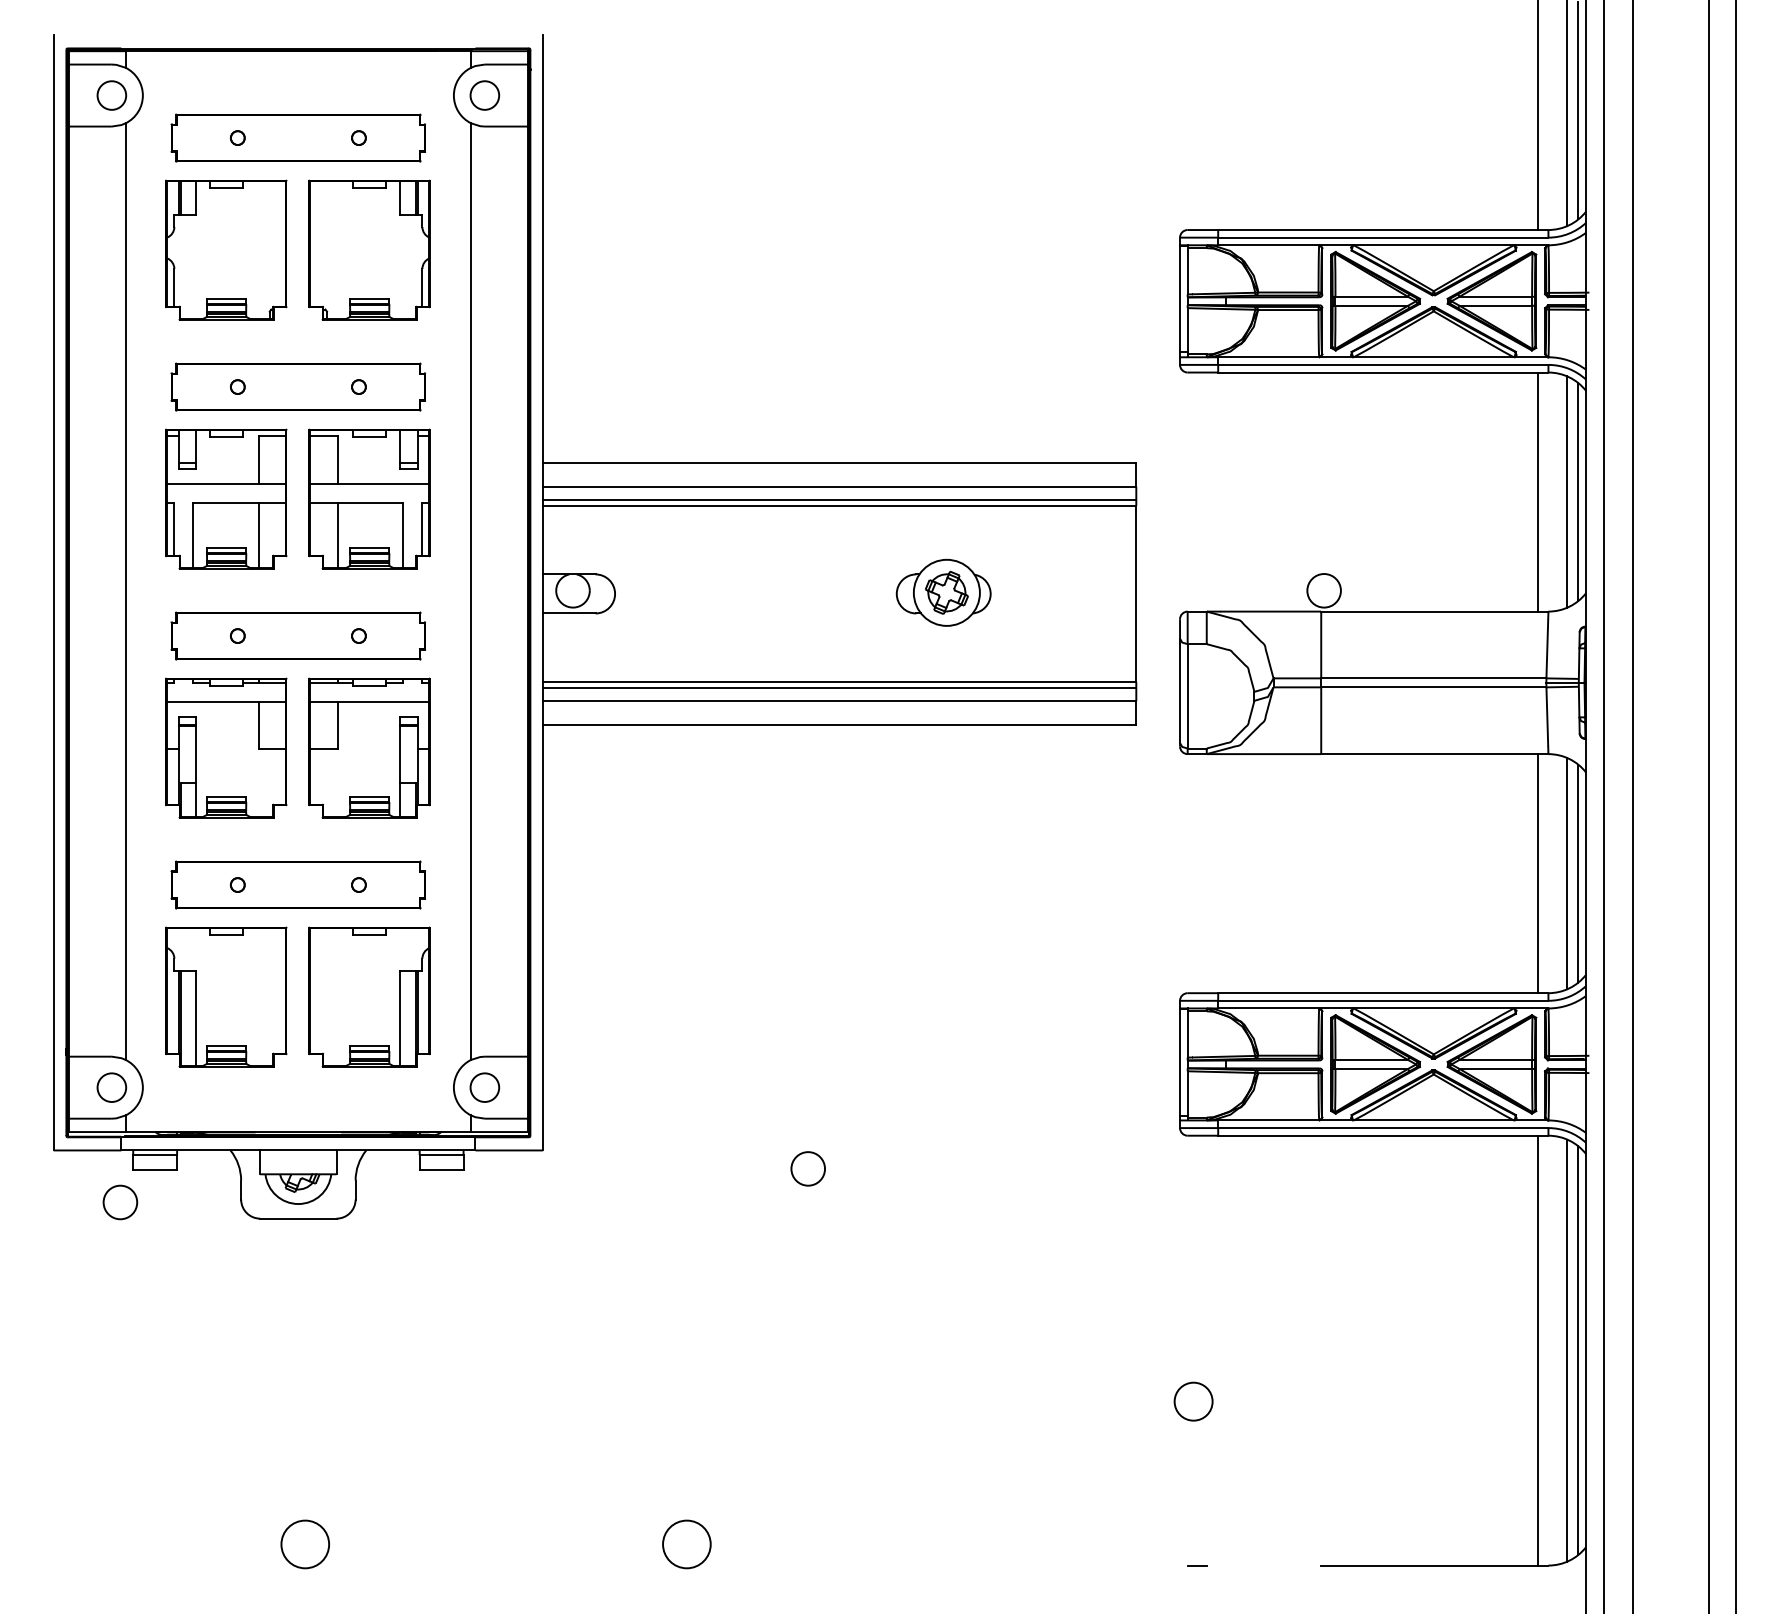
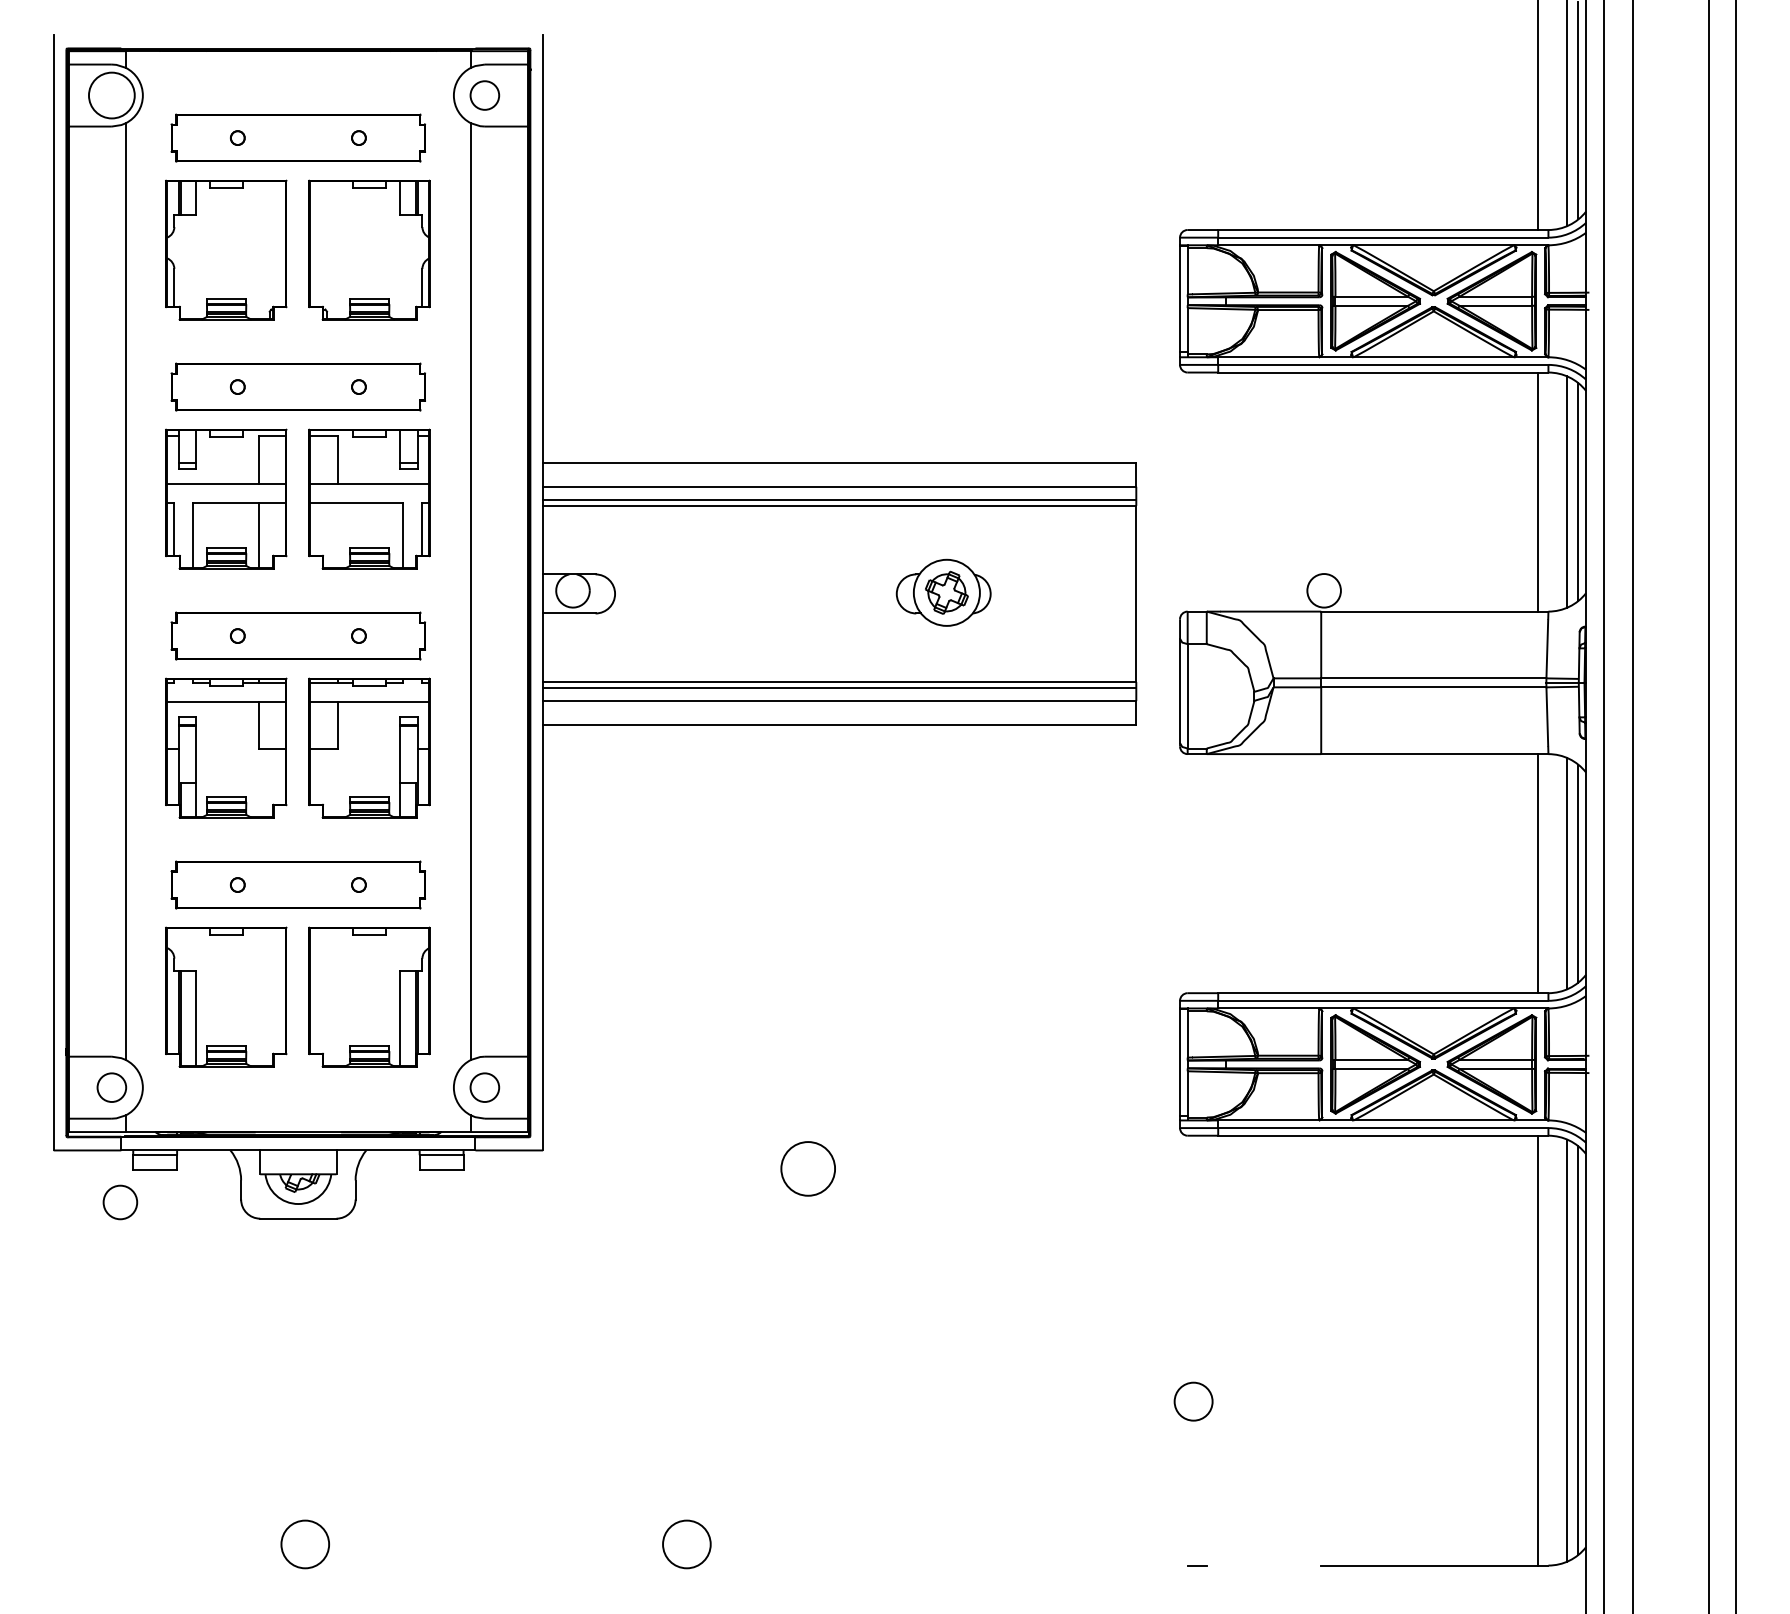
circle at (111, 95) diameter: 29 px -> 46 px
line at (338, 535): present -> none
circle at (808, 1168) diameter: 34 px -> 54 px
